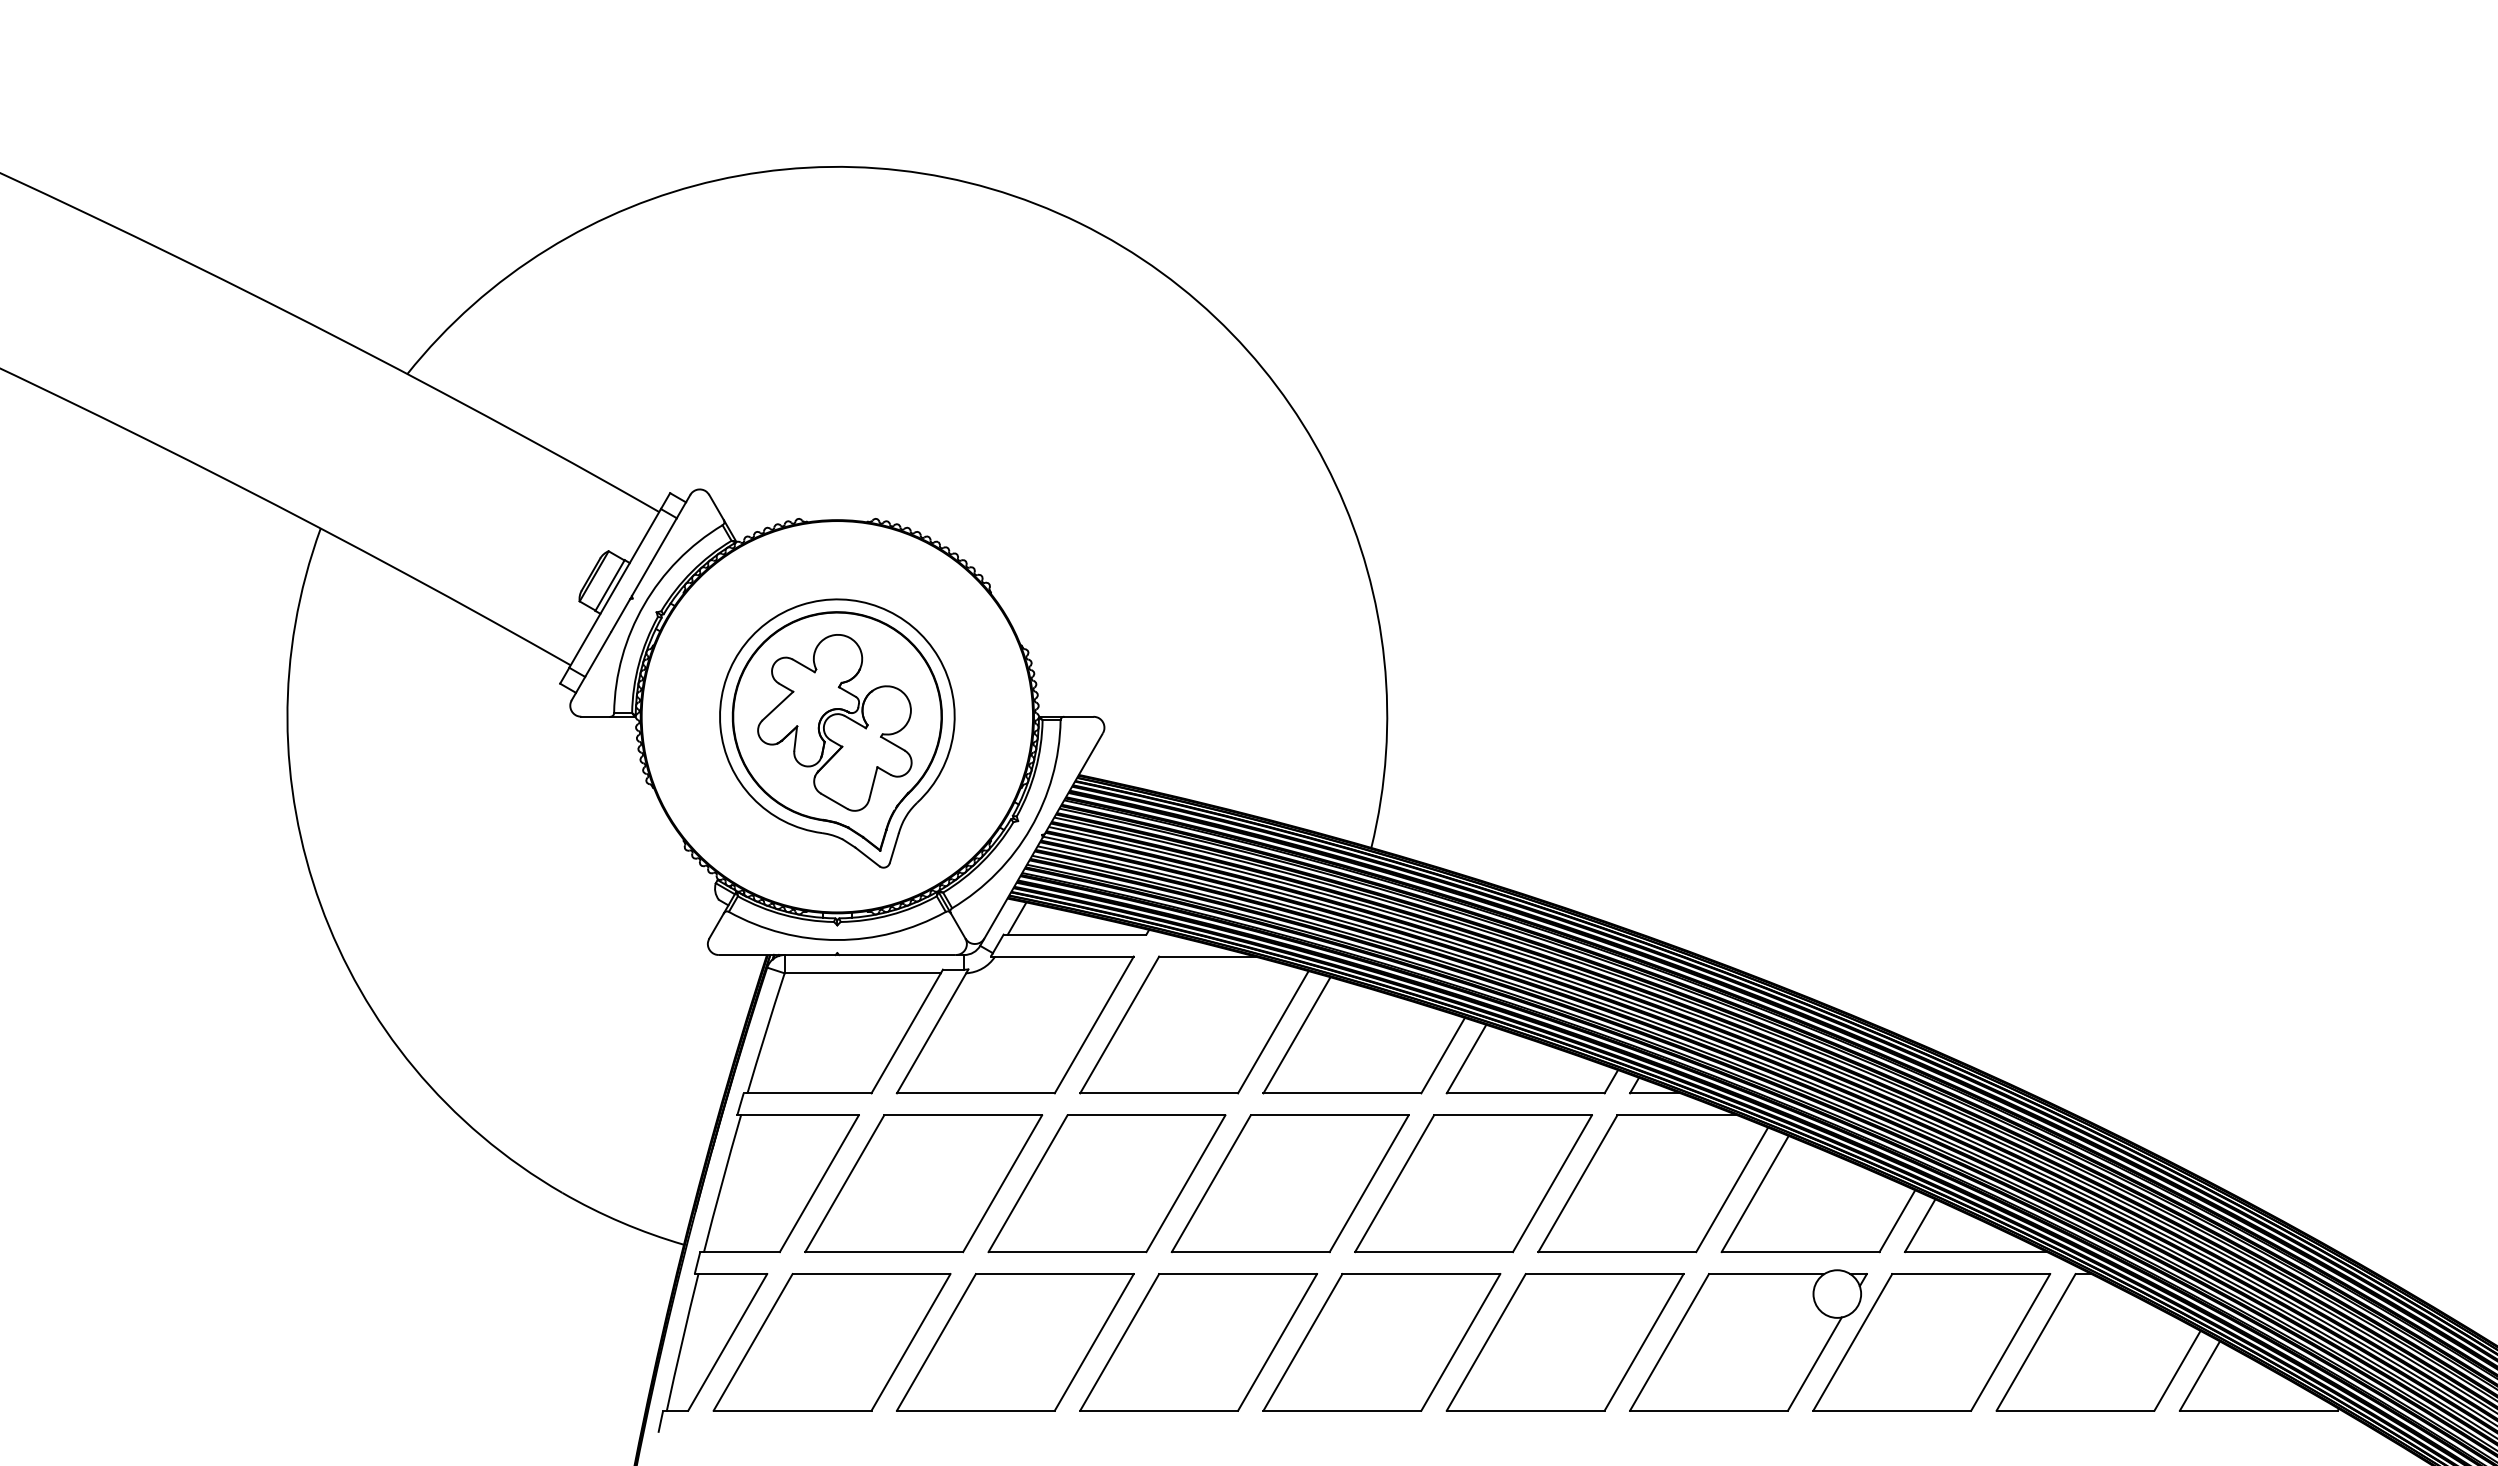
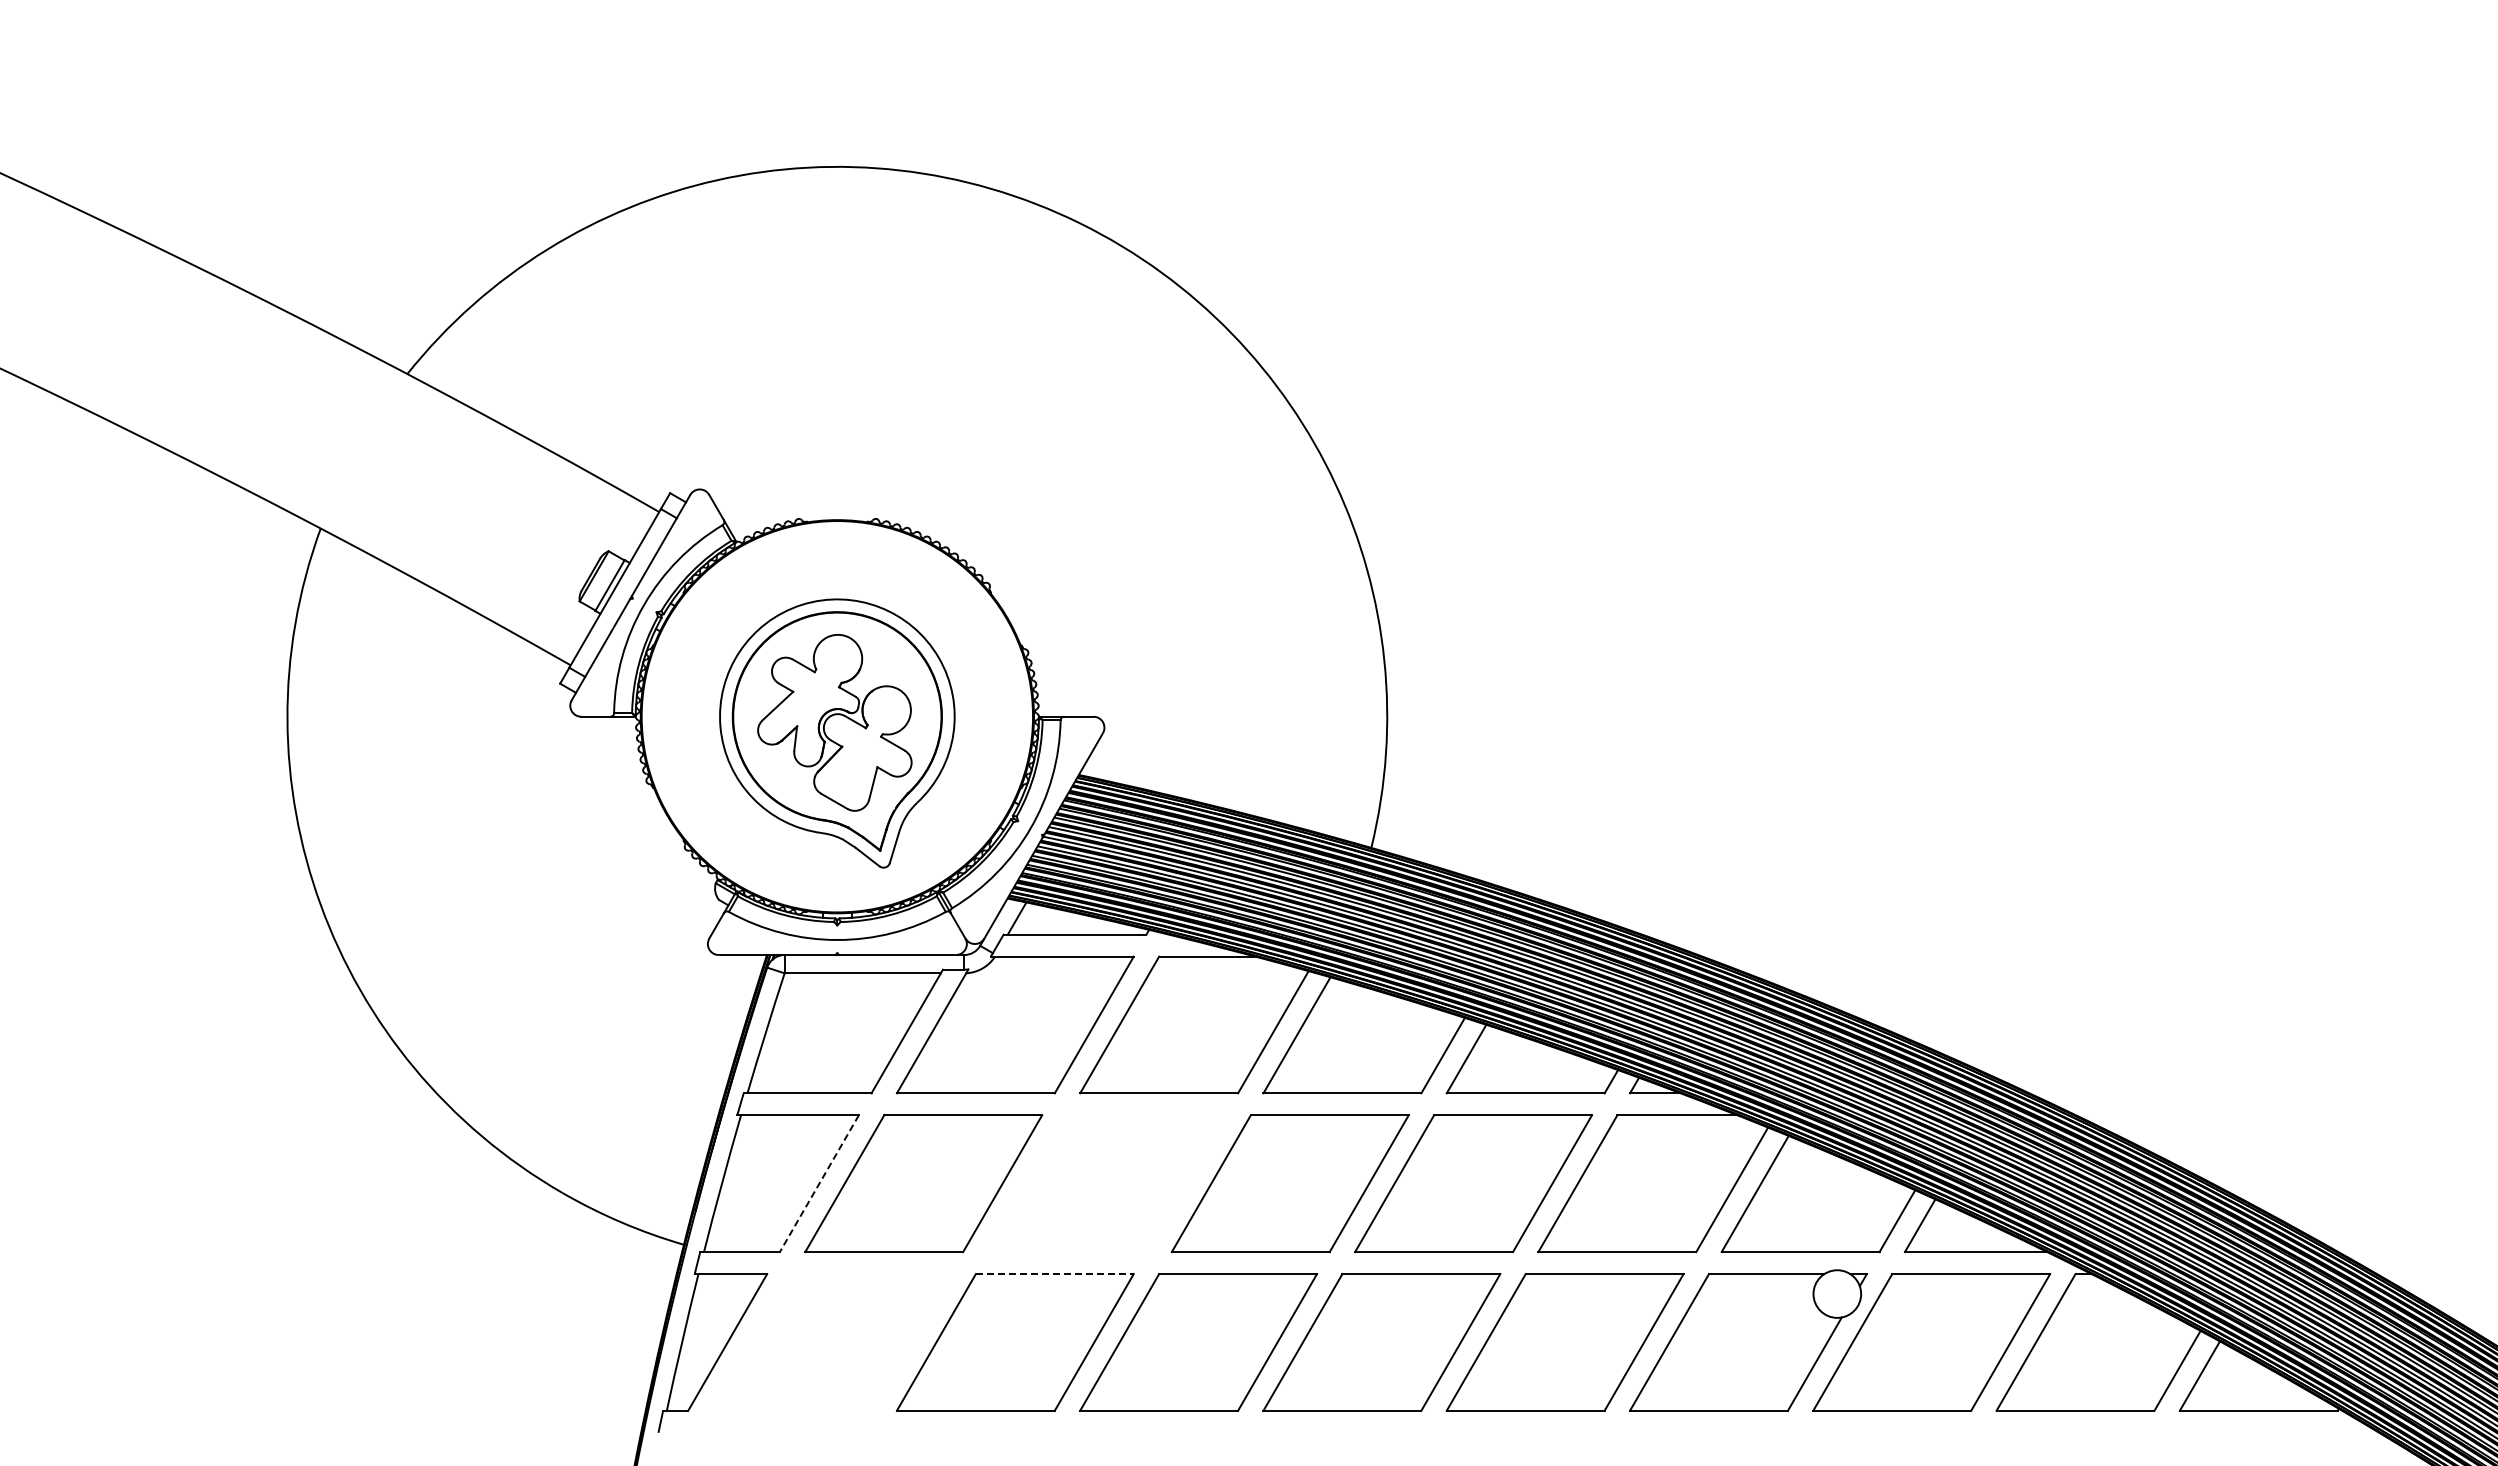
line at (819, 1183): solid -> dashed
part at (1106, 1183): present -> none
line at (1054, 1274): solid -> dashed
part at (831, 1342): present -> none
